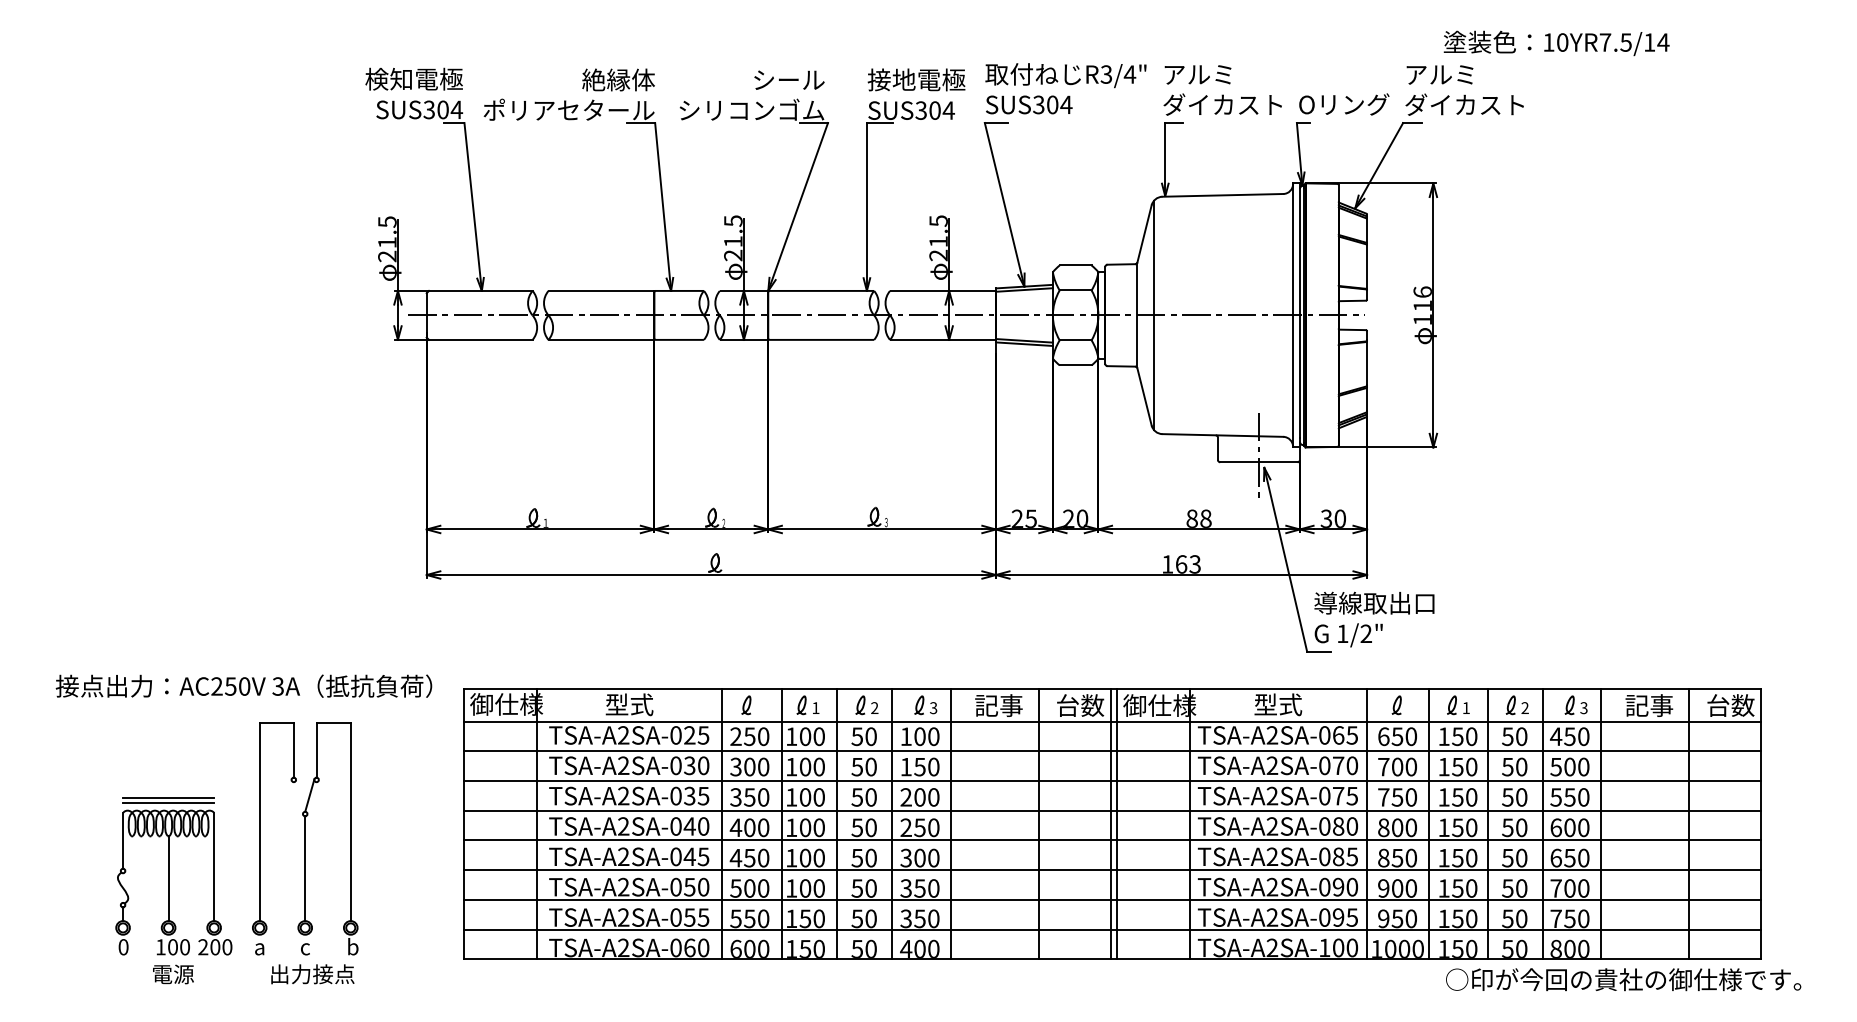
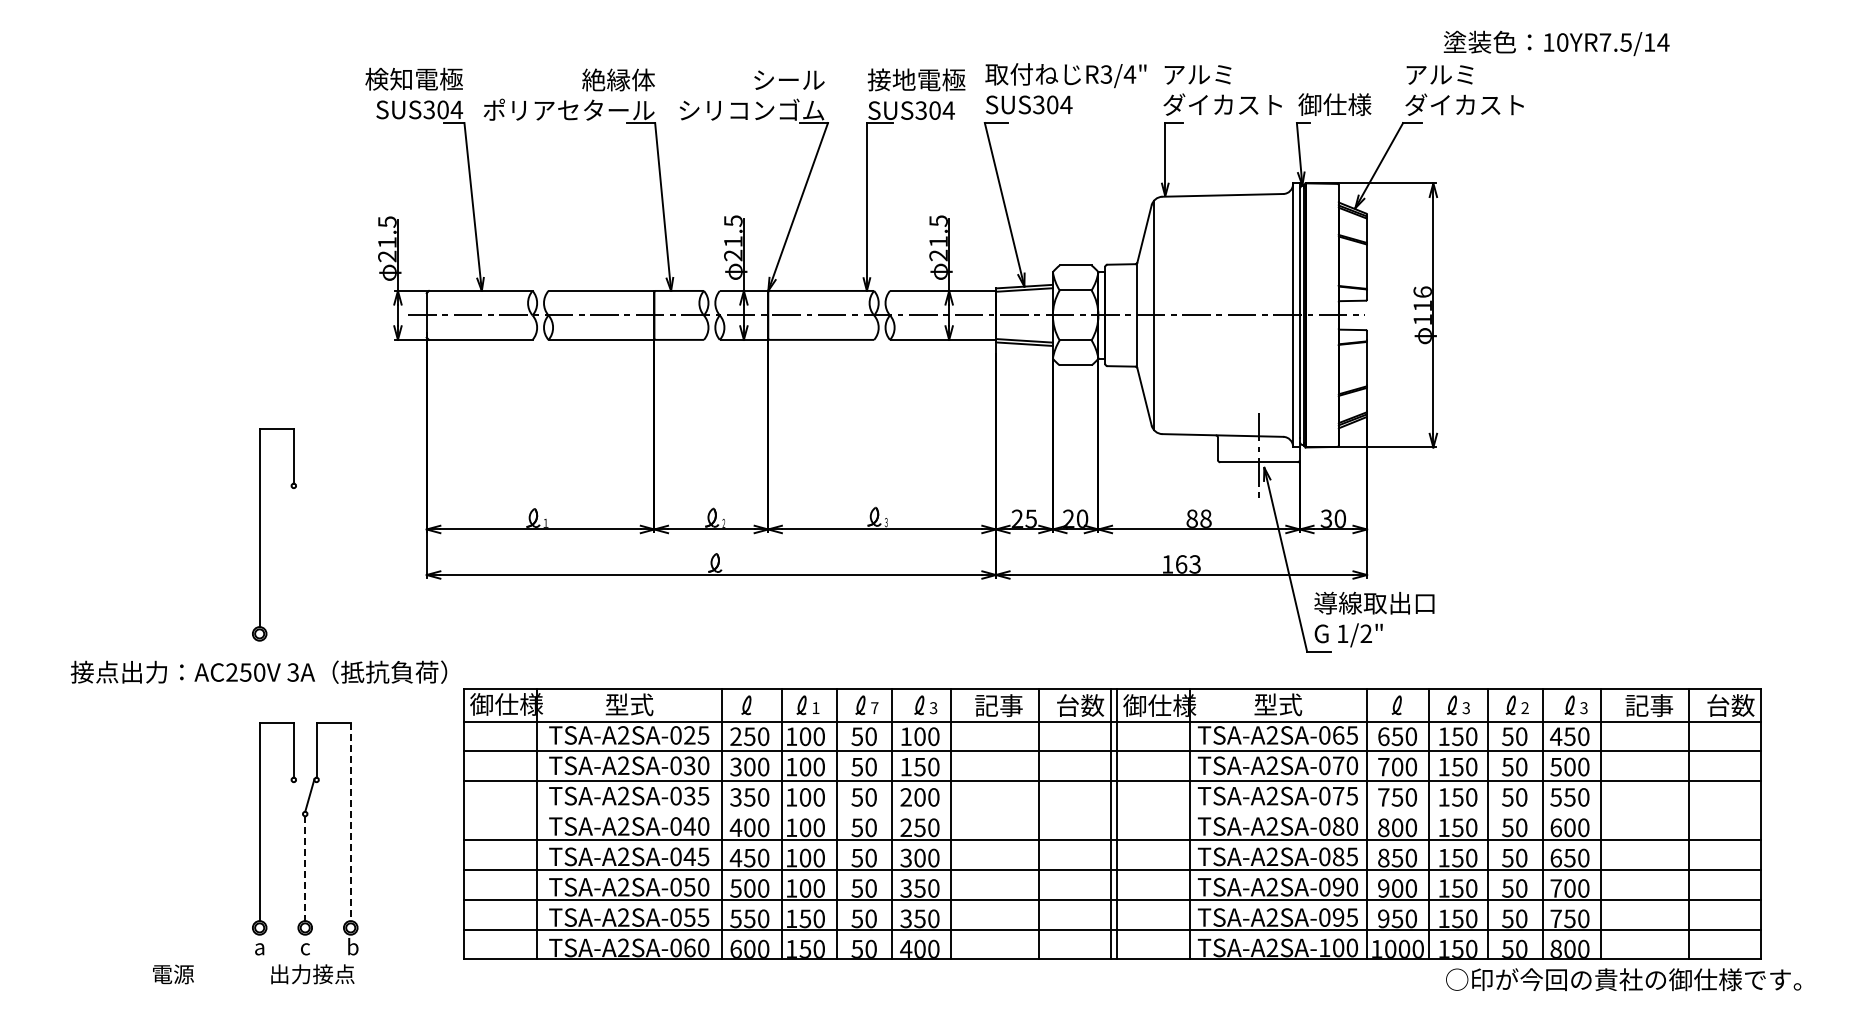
text at (1343, 104): Oリング -> 御仕様
part at (260, 534): none -> present
text at (243, 685) position: (243, 685) -> (258, 671)
text at (874, 707): 2 -> 7
text at (1465, 708): 1 -> 3
line at (1112, 810): present -> none
line at (350, 822): solid -> dashed
line at (305, 869): solid -> dashed
part at (173, 876): present -> none
